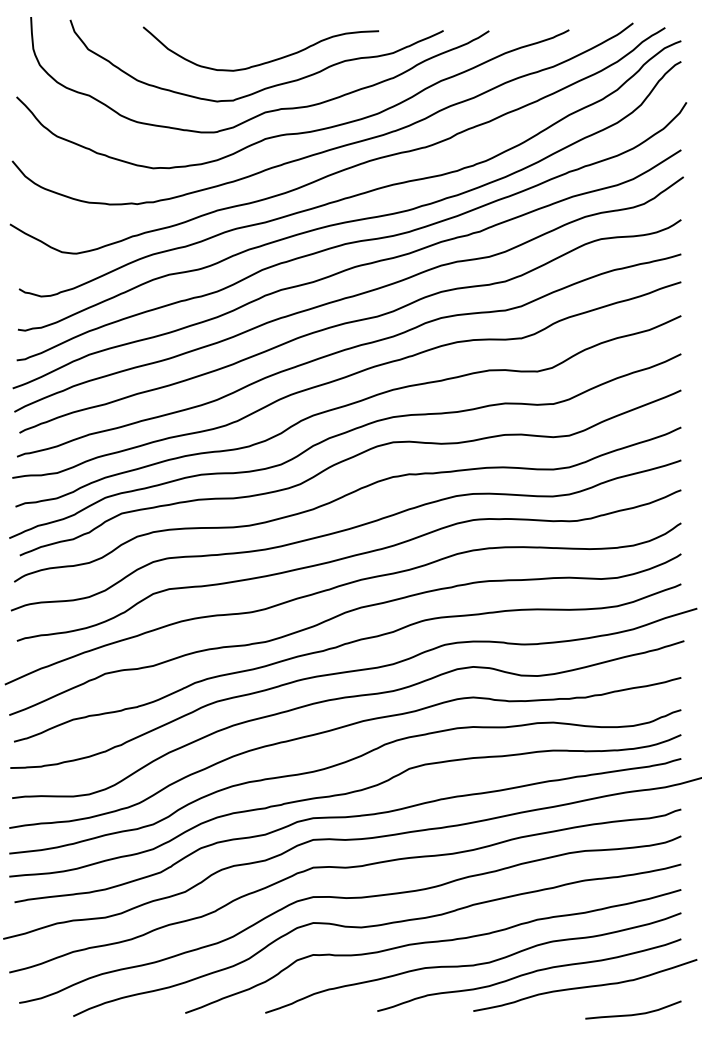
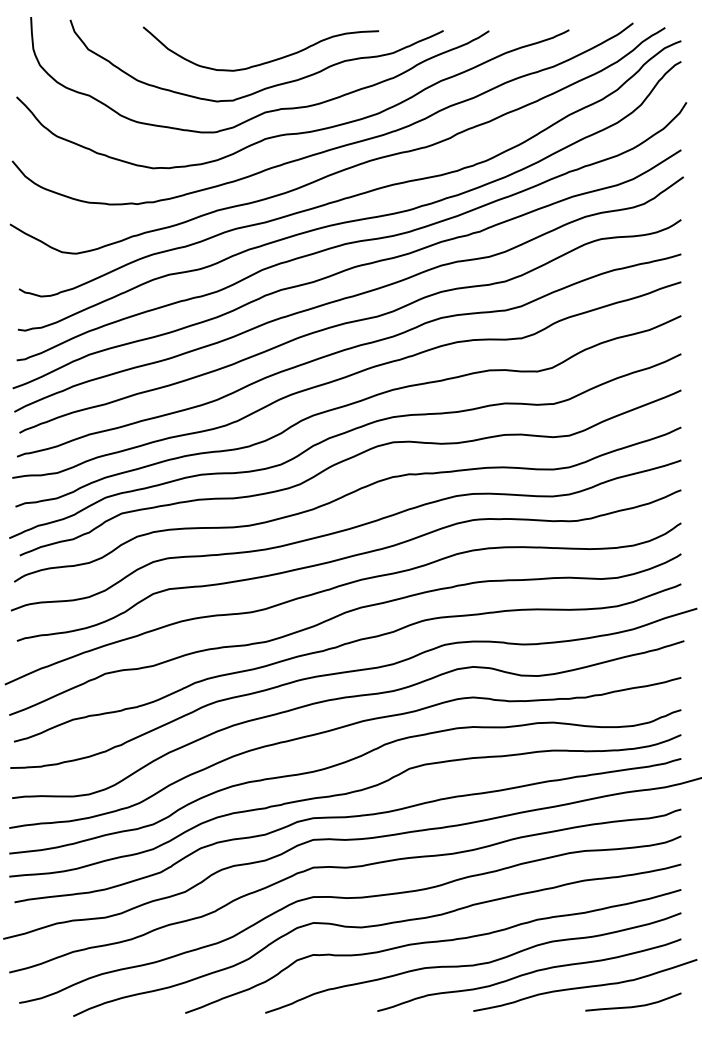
curve at (634, 1013) position: (634, 1013) -> (634, 1005)
